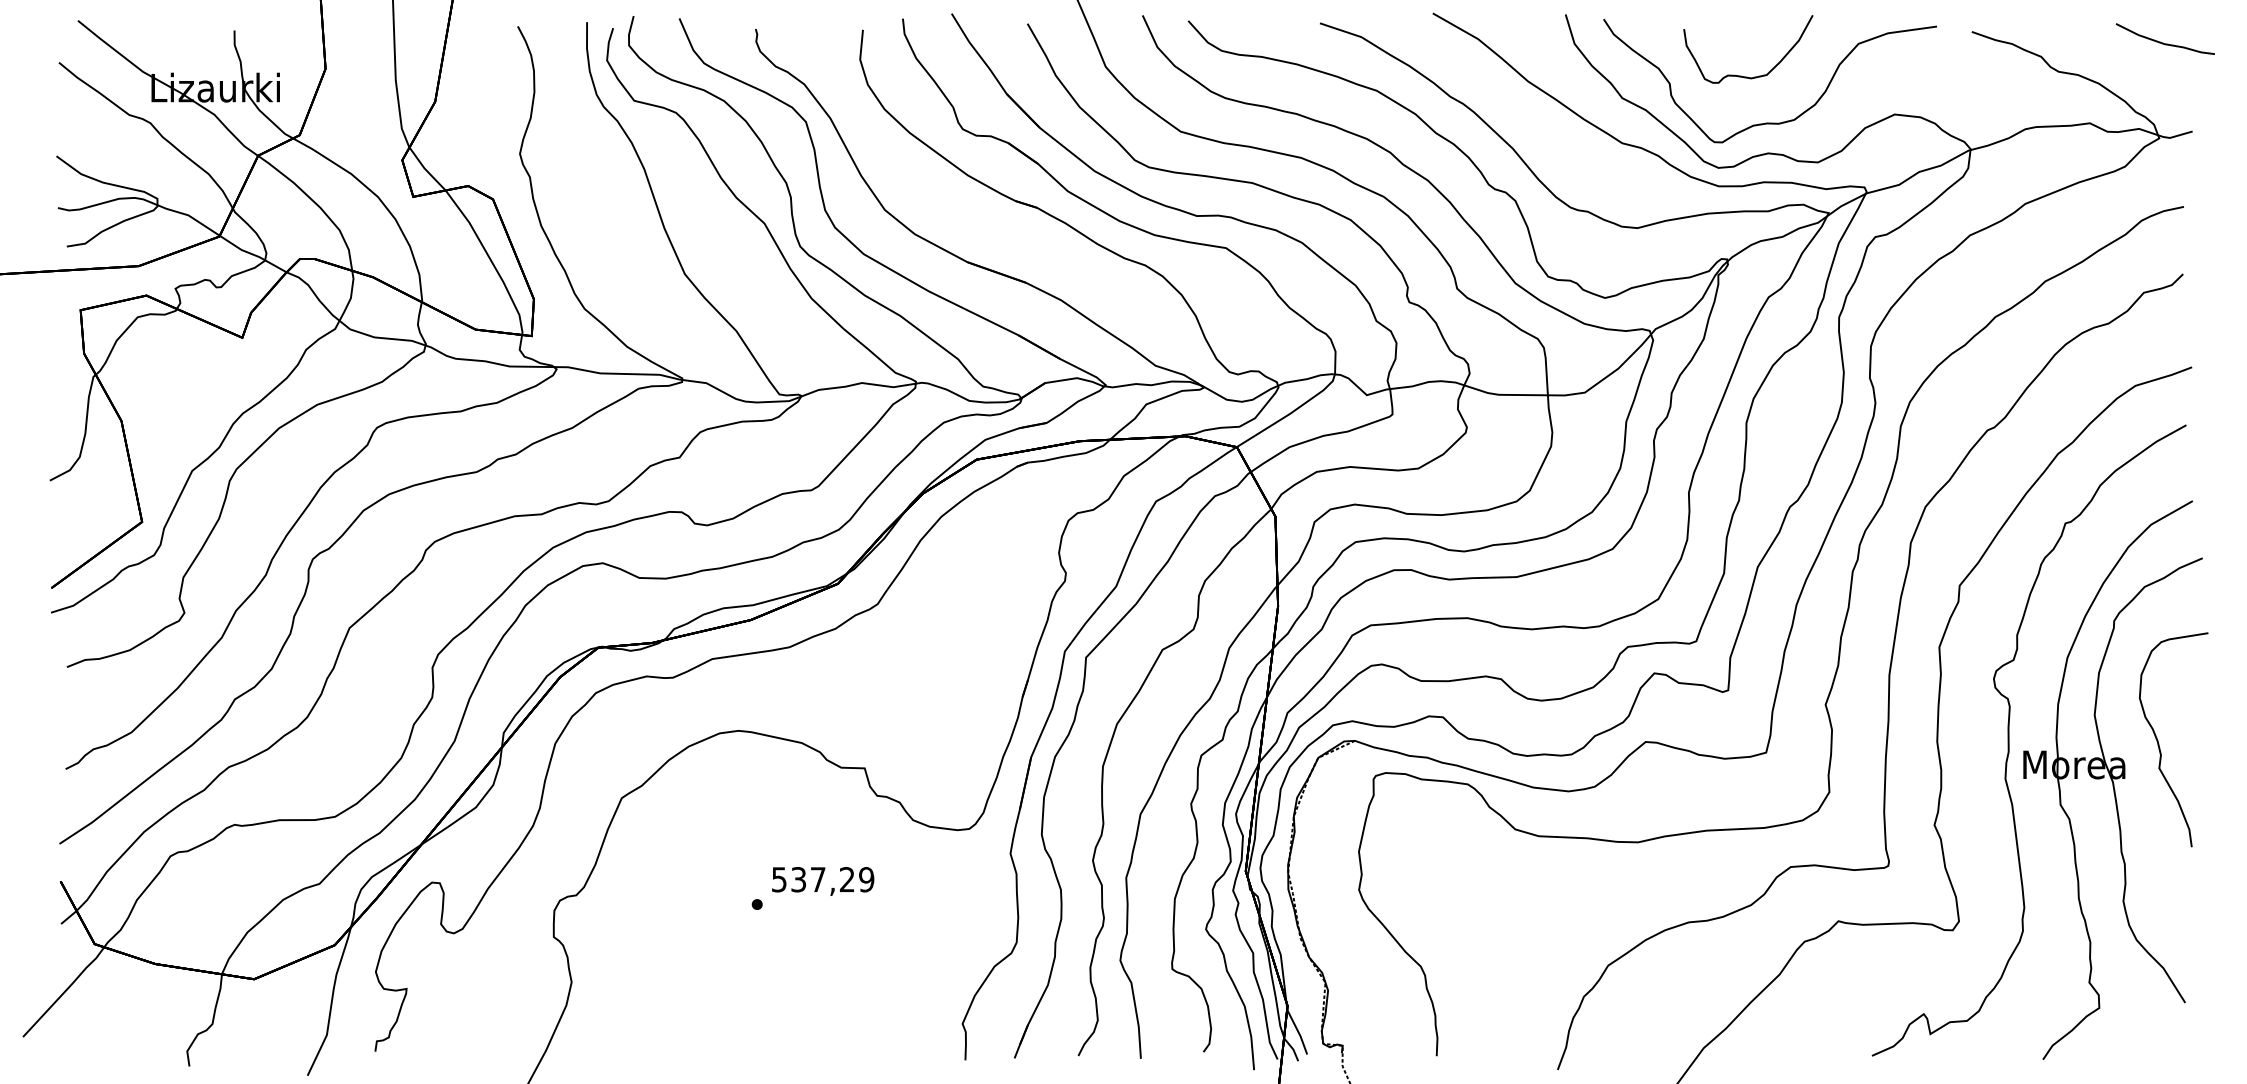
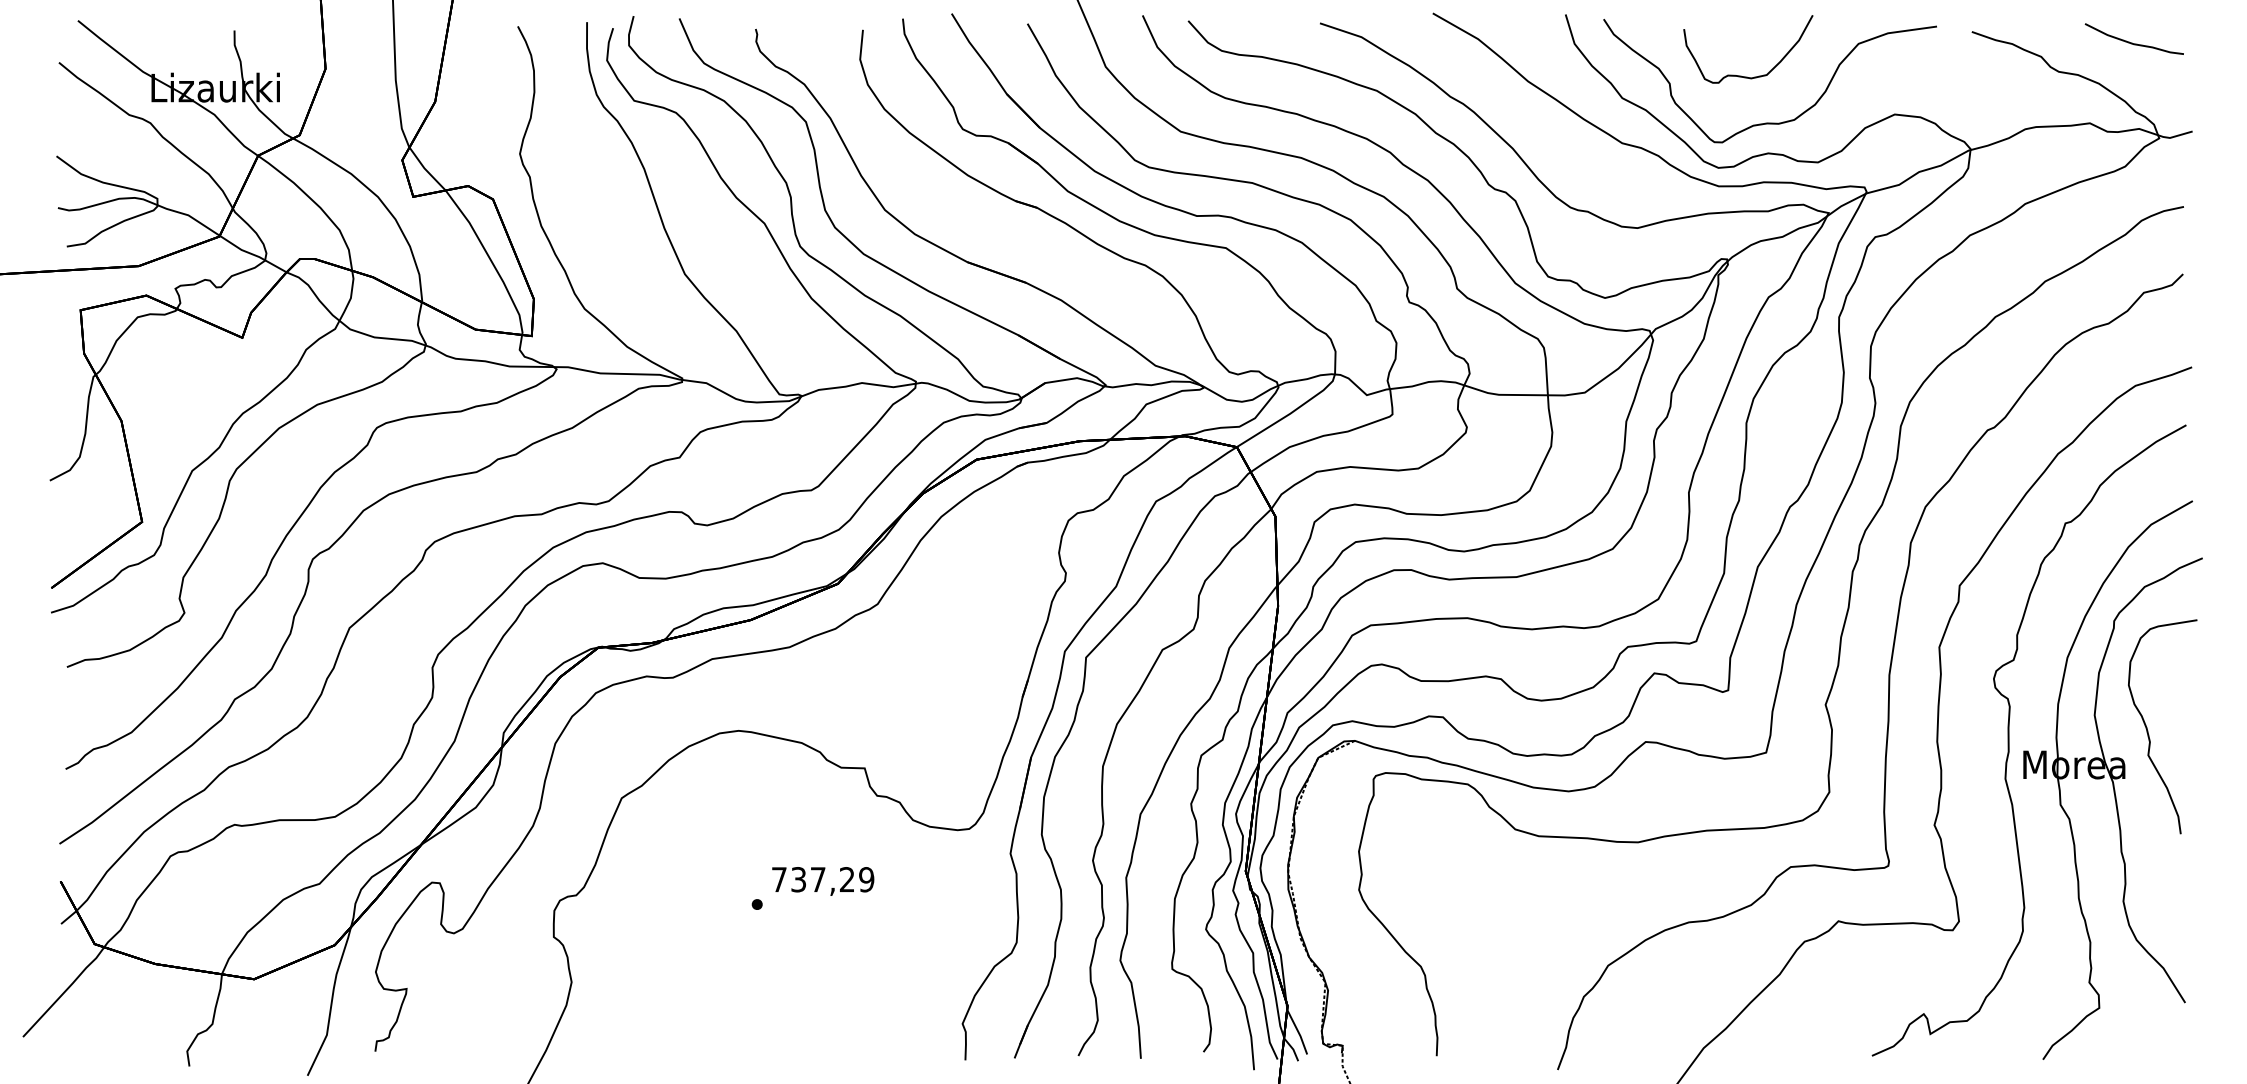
curve at (2163, 42) position: (2163, 42) -> (2132, 42)
curve at (2159, 743) position: (2159, 743) -> (2148, 730)
text at (779, 879): 537,29 -> 737,29
